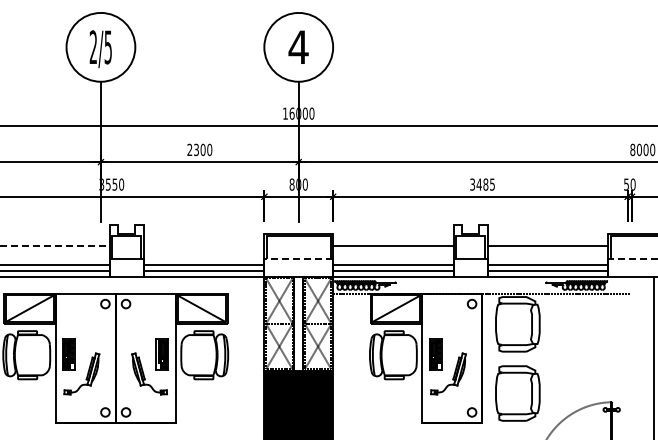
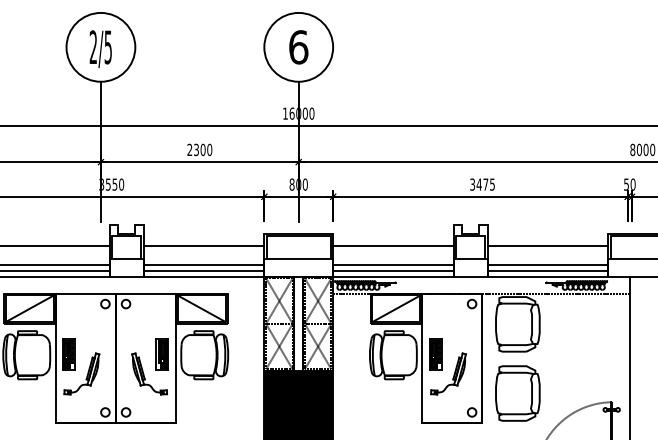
text at (298, 47): 4 -> 6
text at (485, 184): 3485 -> 3475
line at (54, 246): dashed -> solid
line at (203, 246): none -> present
line at (298, 259): dashed -> solid
line at (633, 259): dashed -> solid
line at (653, 356) position: (653, 356) -> (629, 356)
